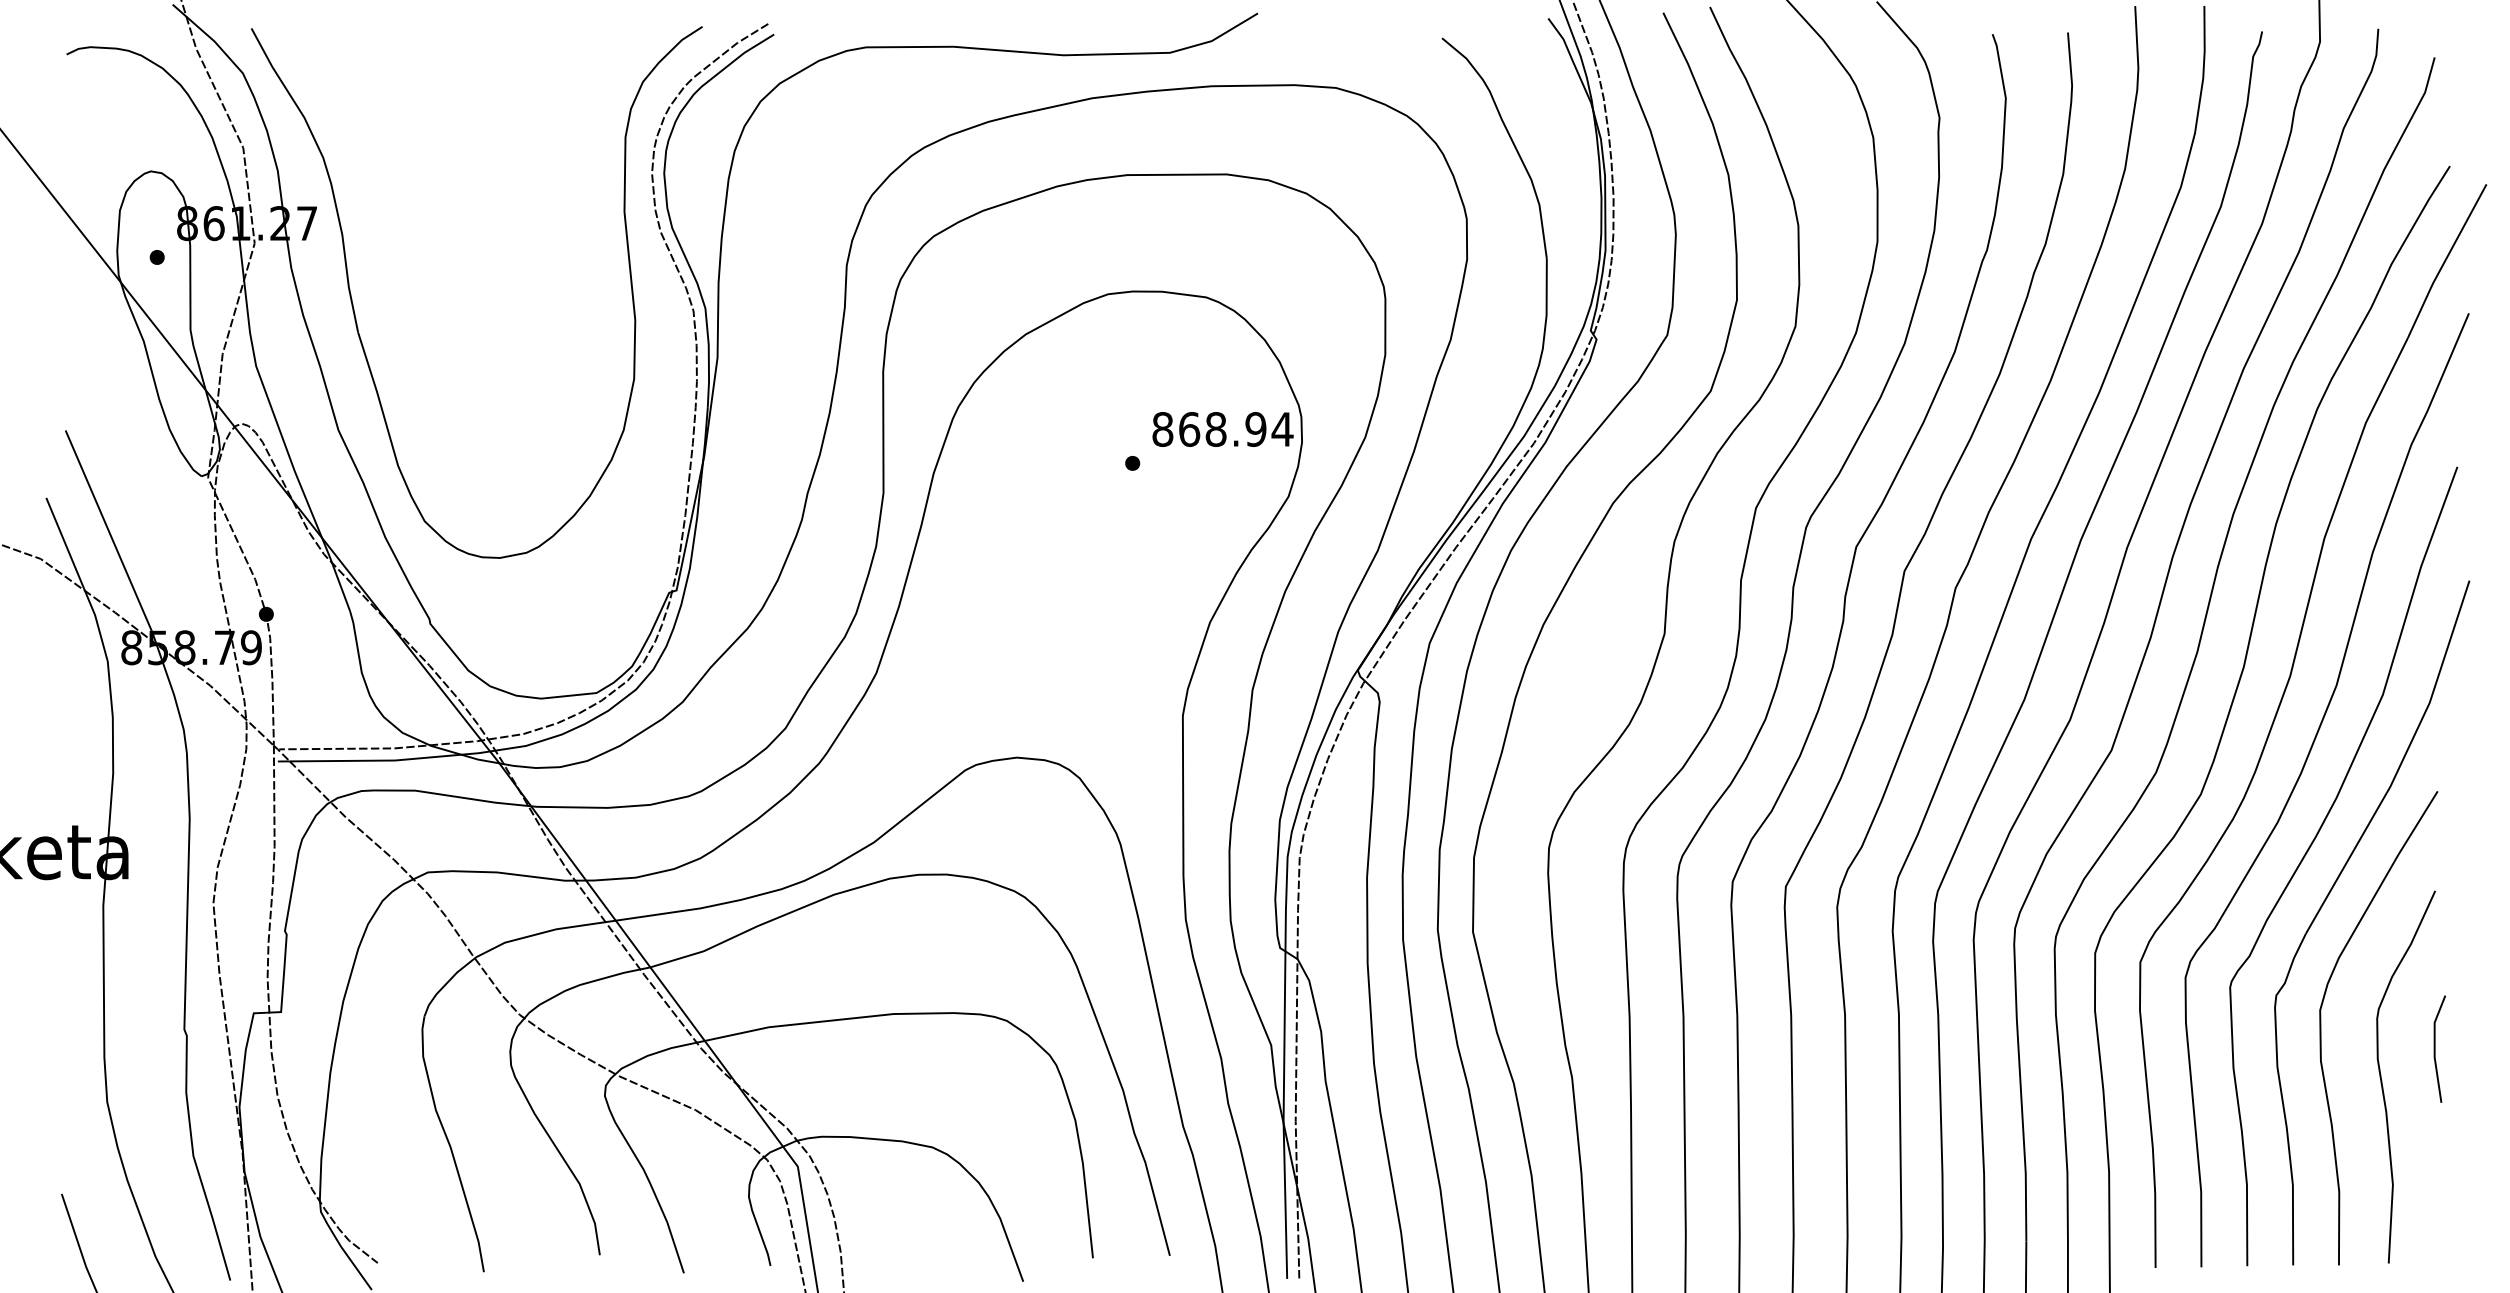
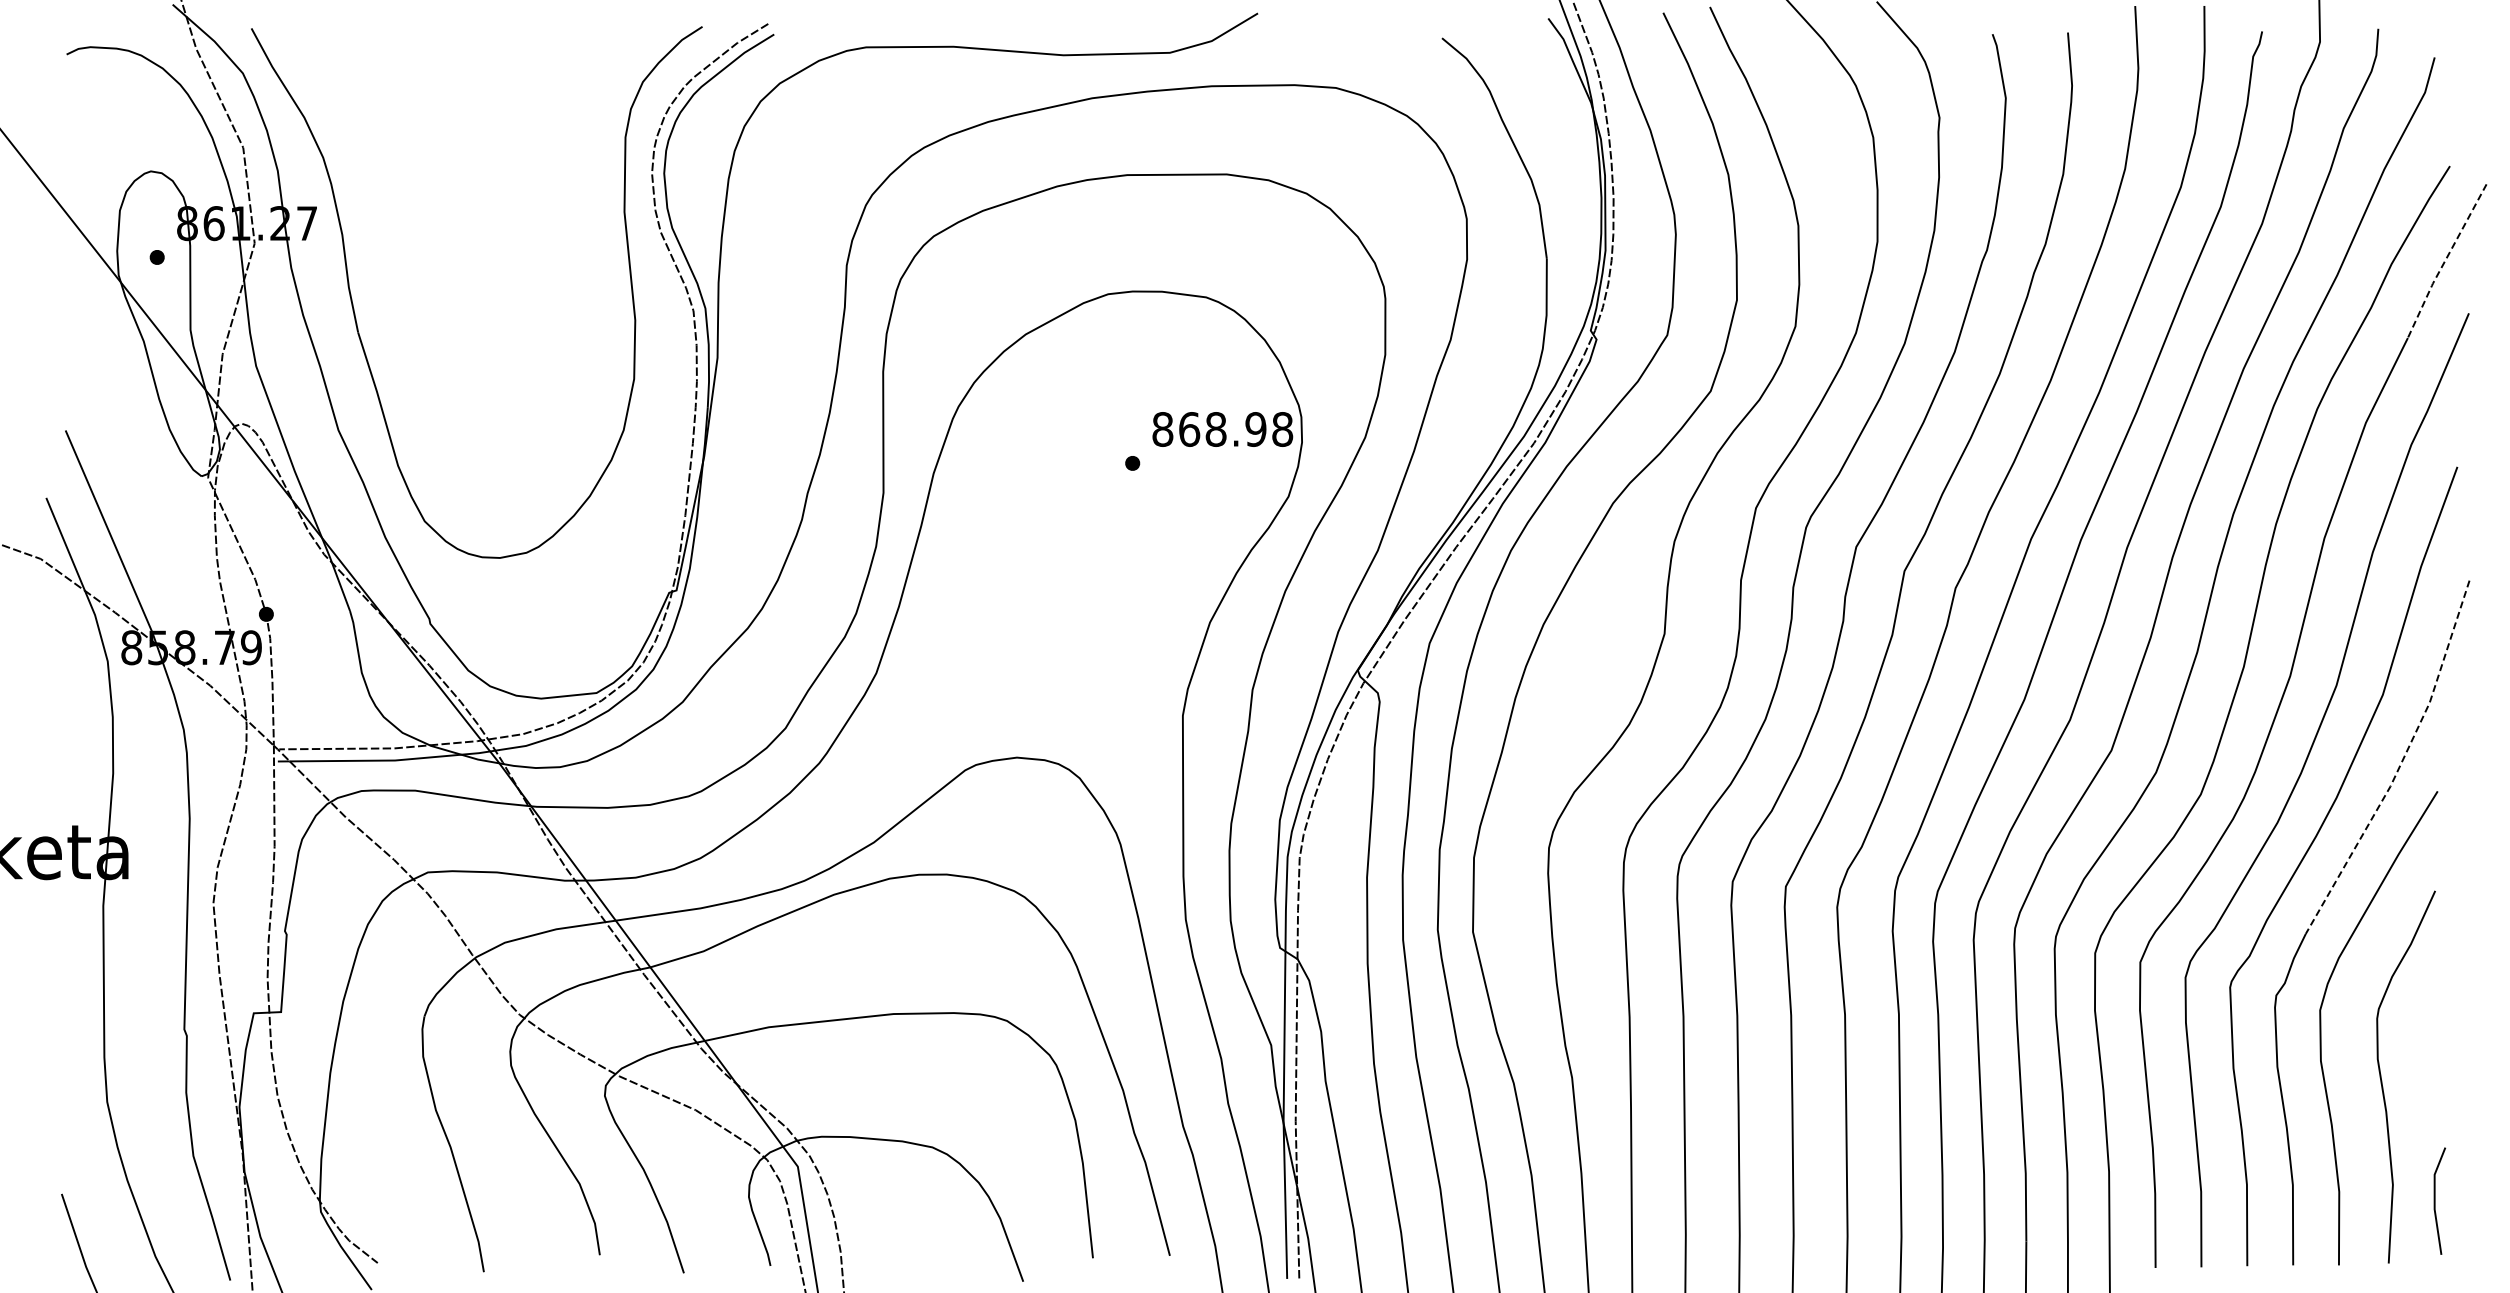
line at (2444, 261): solid -> dashed
text at (1282, 429): 868.94 -> 868.98
line at (2401, 763): solid -> dashed
line at (2435, 1048) position: (2435, 1048) -> (2435, 1200)
